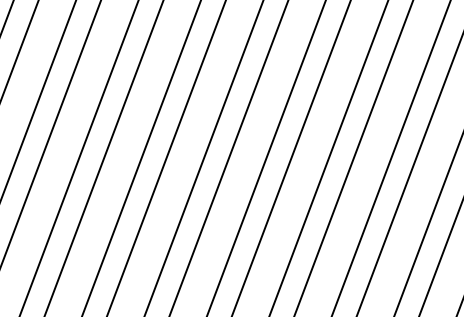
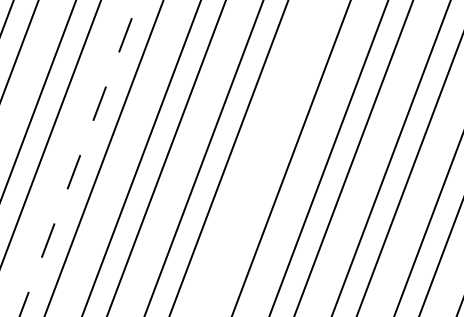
line at (266, 157): present -> none
line at (79, 158): solid -> dashed
